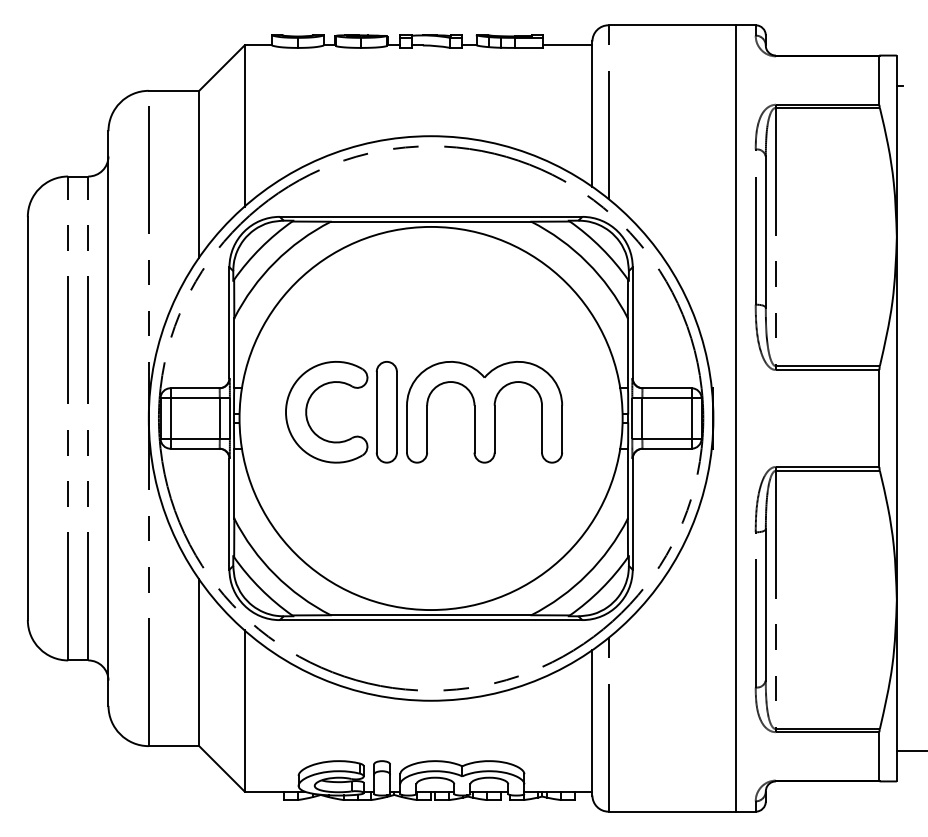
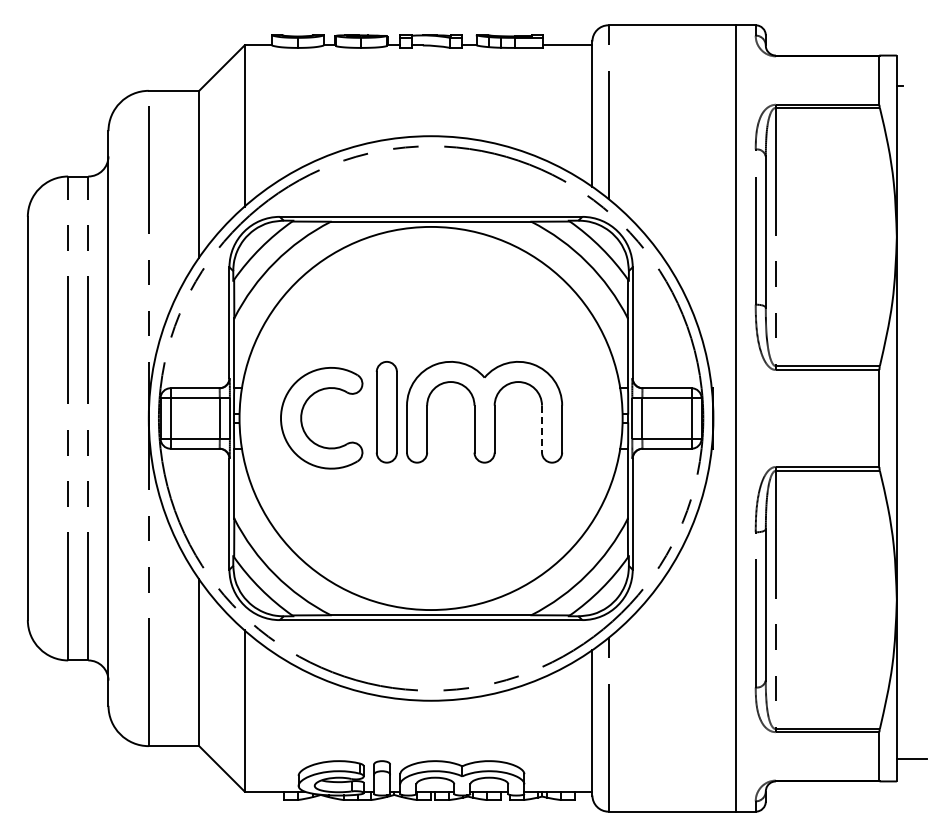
part at (307, 412) position: (307, 412) -> (302, 418)
line at (542, 429): solid -> dashed
line at (910, 750) position: (910, 750) -> (910, 758)
